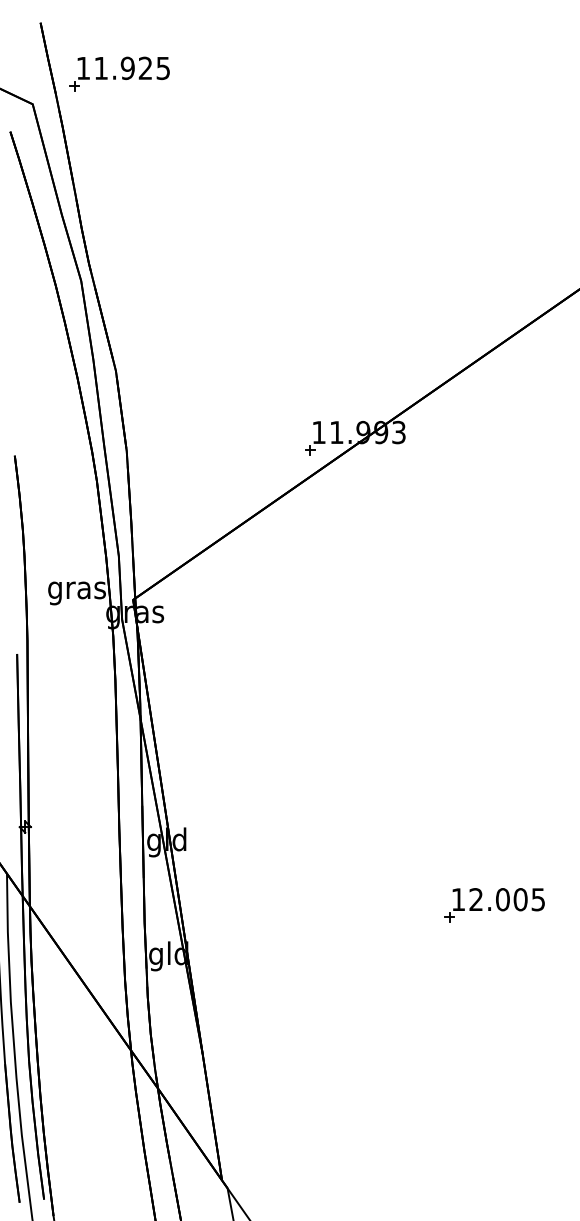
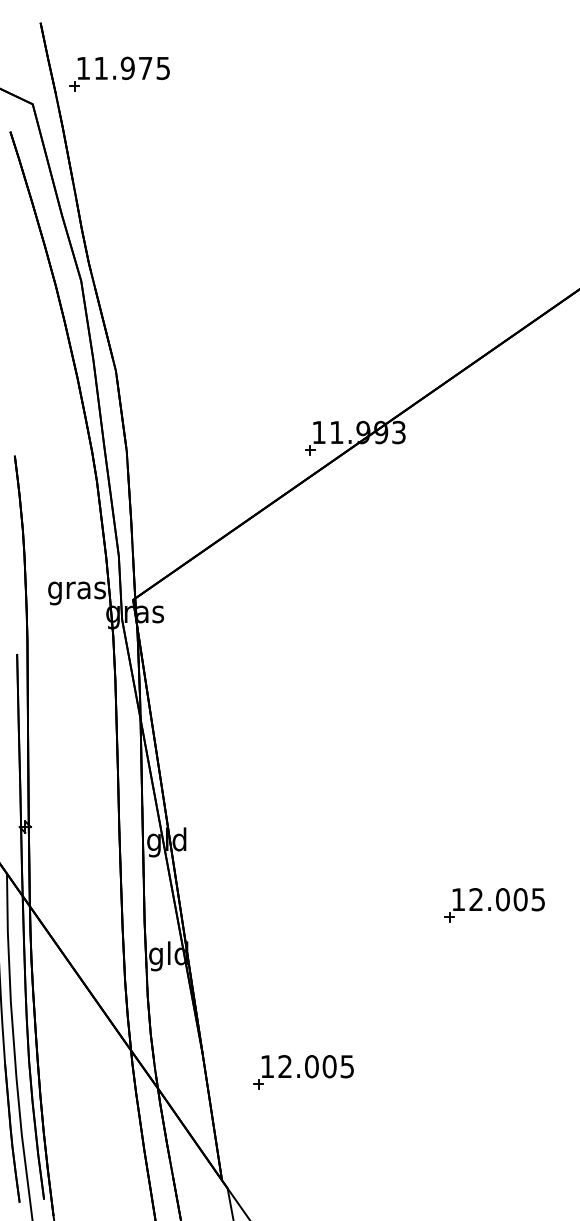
text at (145, 67): 11.925 -> 11.975
part at (303, 1072): none -> present
